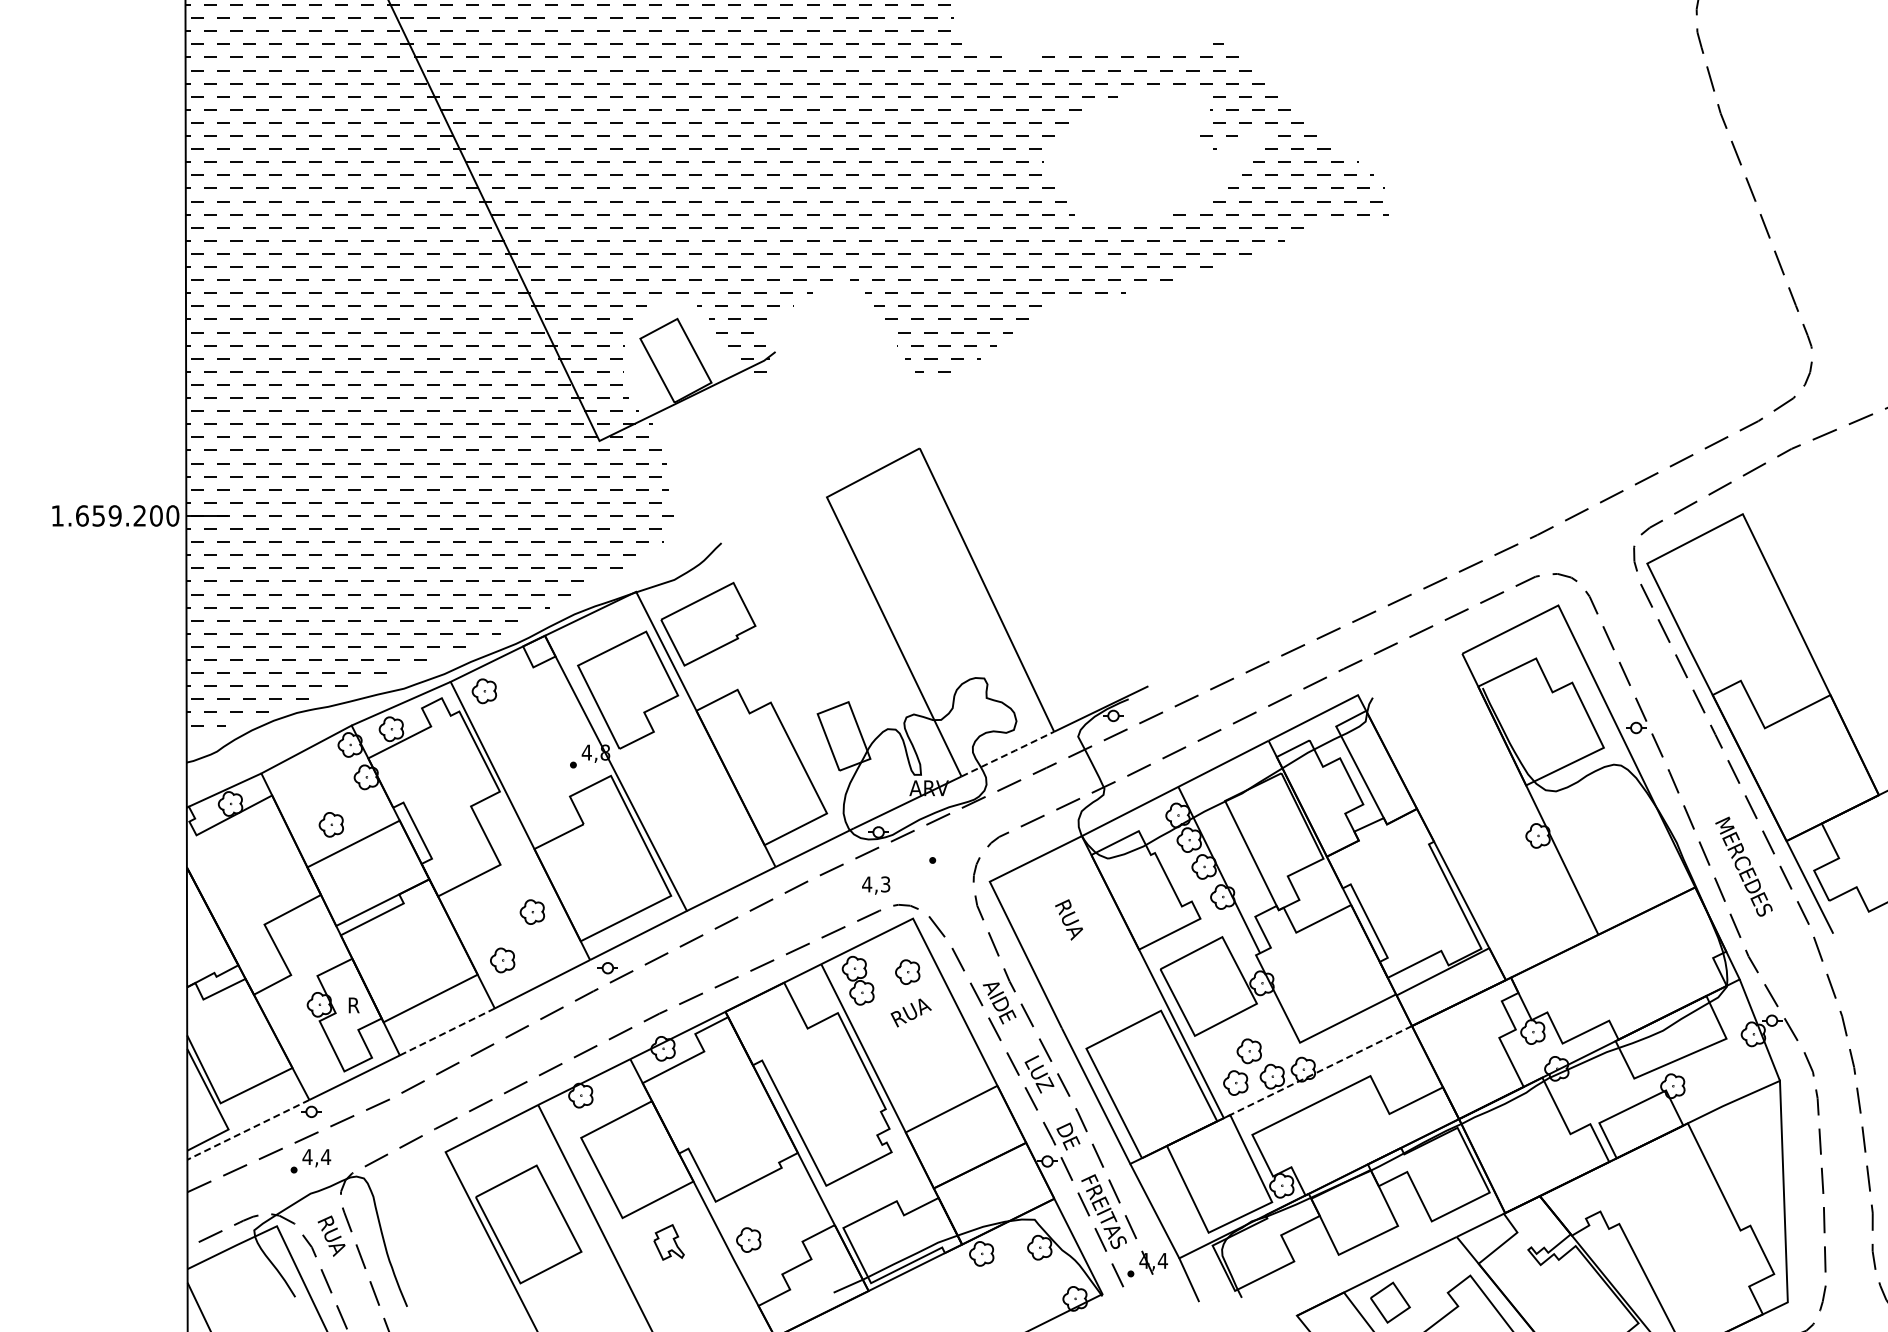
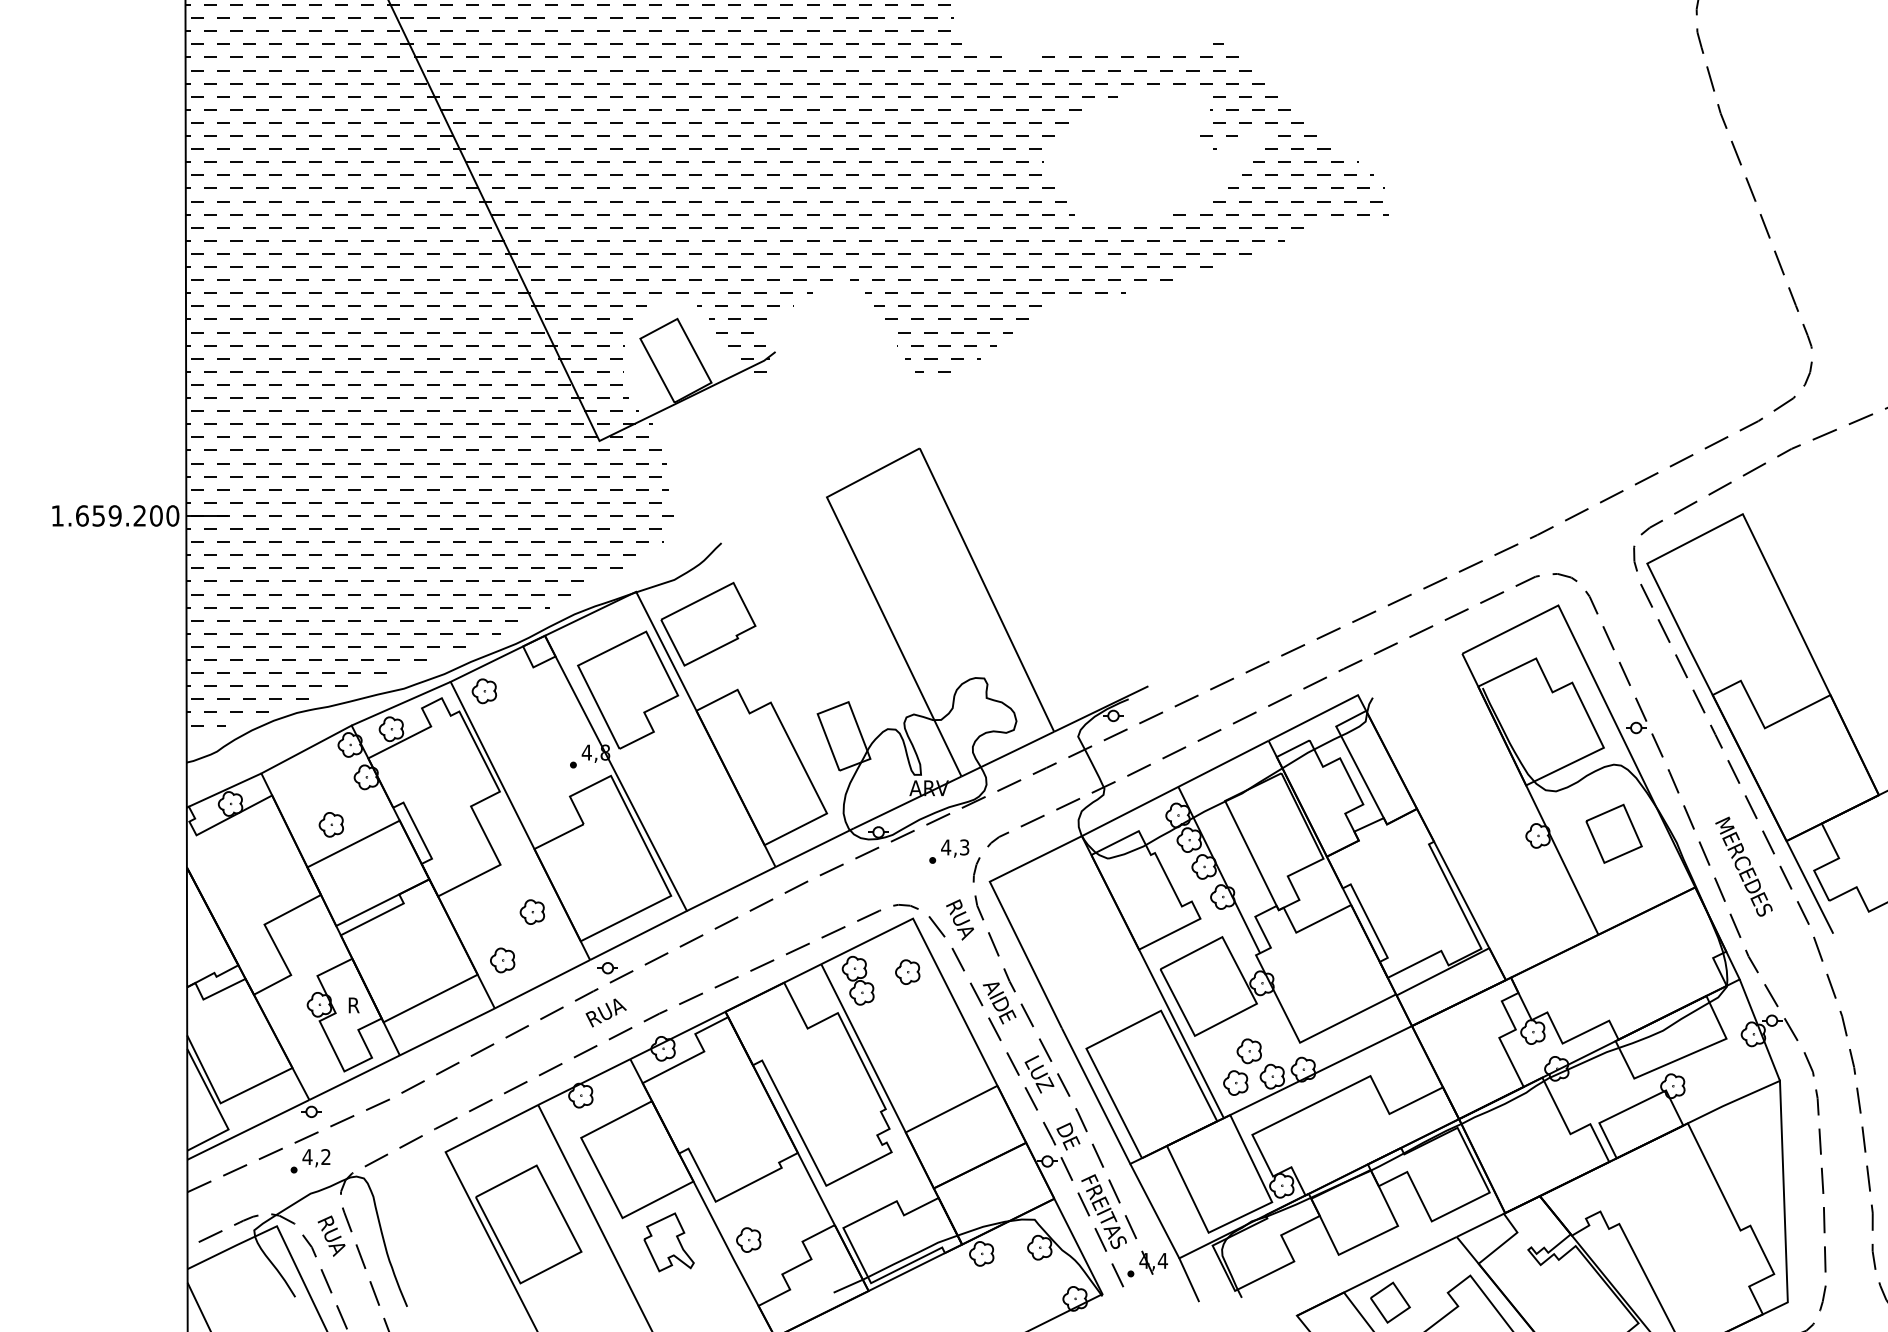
line at (1009, 753): dashed -> solid
part at (1613, 833): none -> present
text at (876, 885) position: (876, 885) -> (955, 848)
text at (1068, 919) position: (1068, 919) -> (959, 919)
text at (910, 1012) position: (910, 1012) -> (605, 1012)
line at (447, 1031): dashed -> solid
line at (1317, 1072): dashed -> solid
line at (248, 1129): dashed -> solid
text at (325, 1156): 4,4 -> 4,2
part at (668, 1242) size: 32x37 px -> 52x61 px
